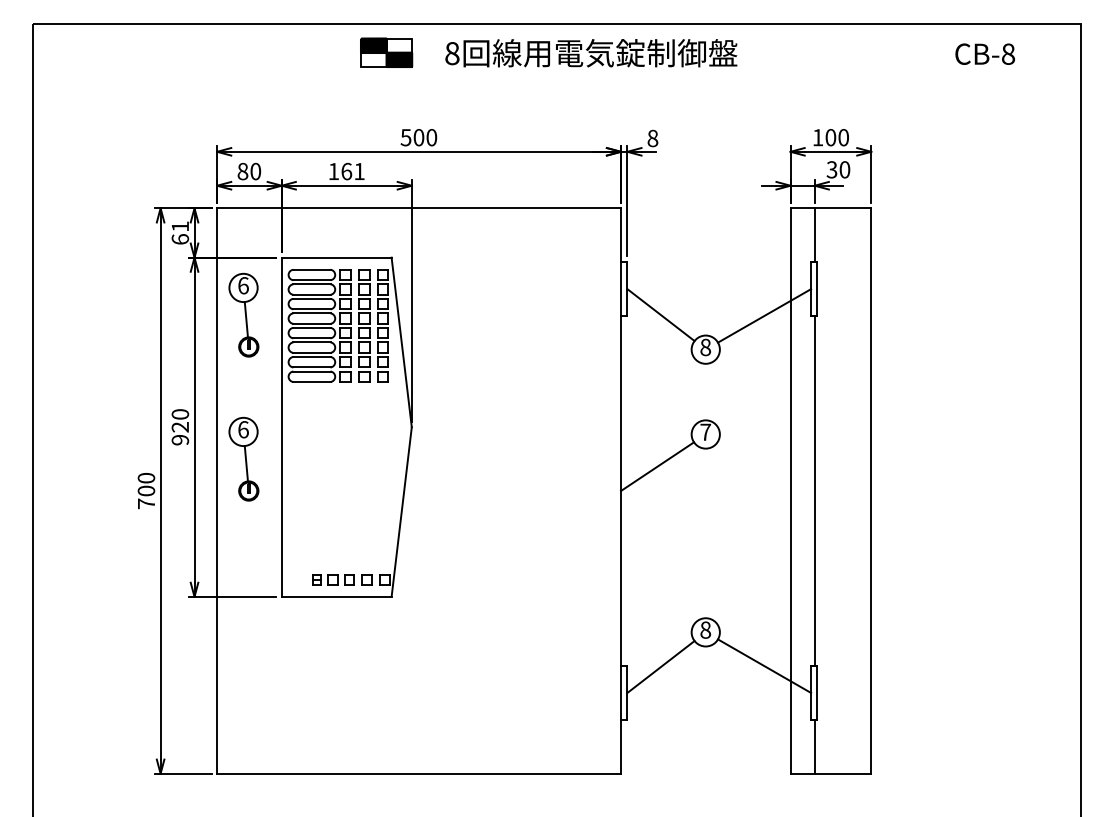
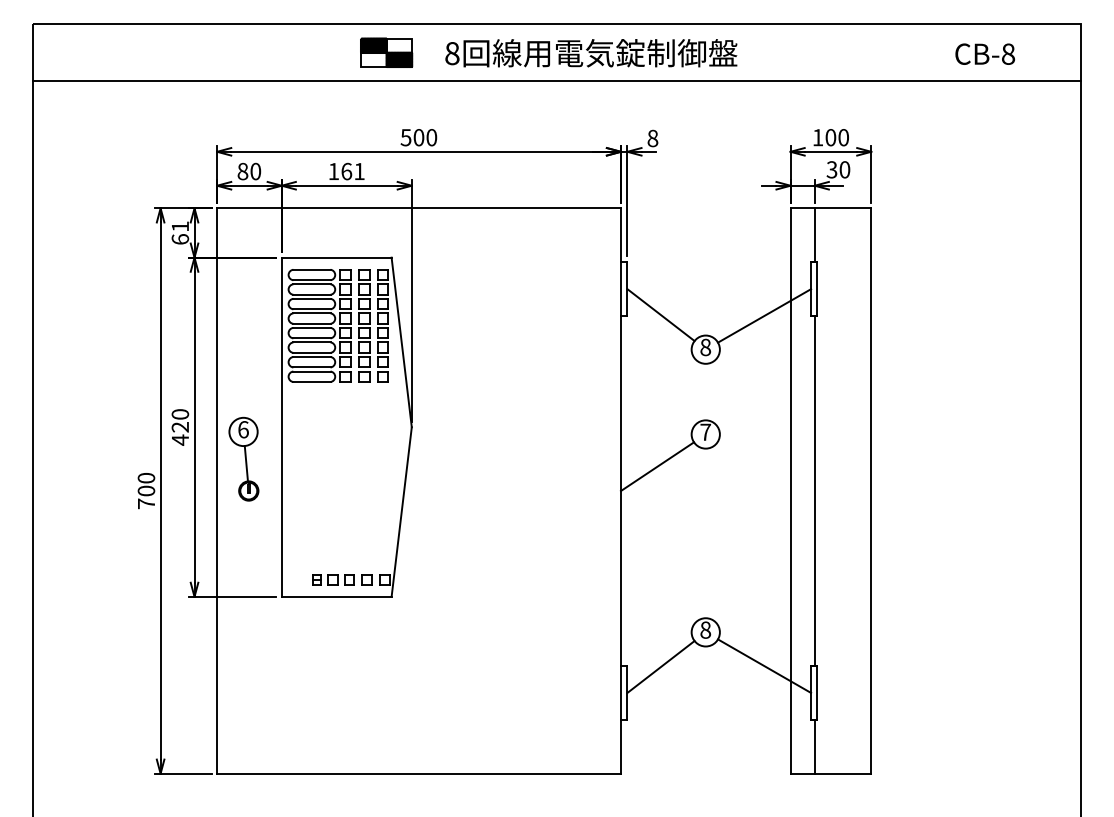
line at (556, 81): none -> present
part at (243, 314): present -> none
text at (180, 439): 920 -> 420
